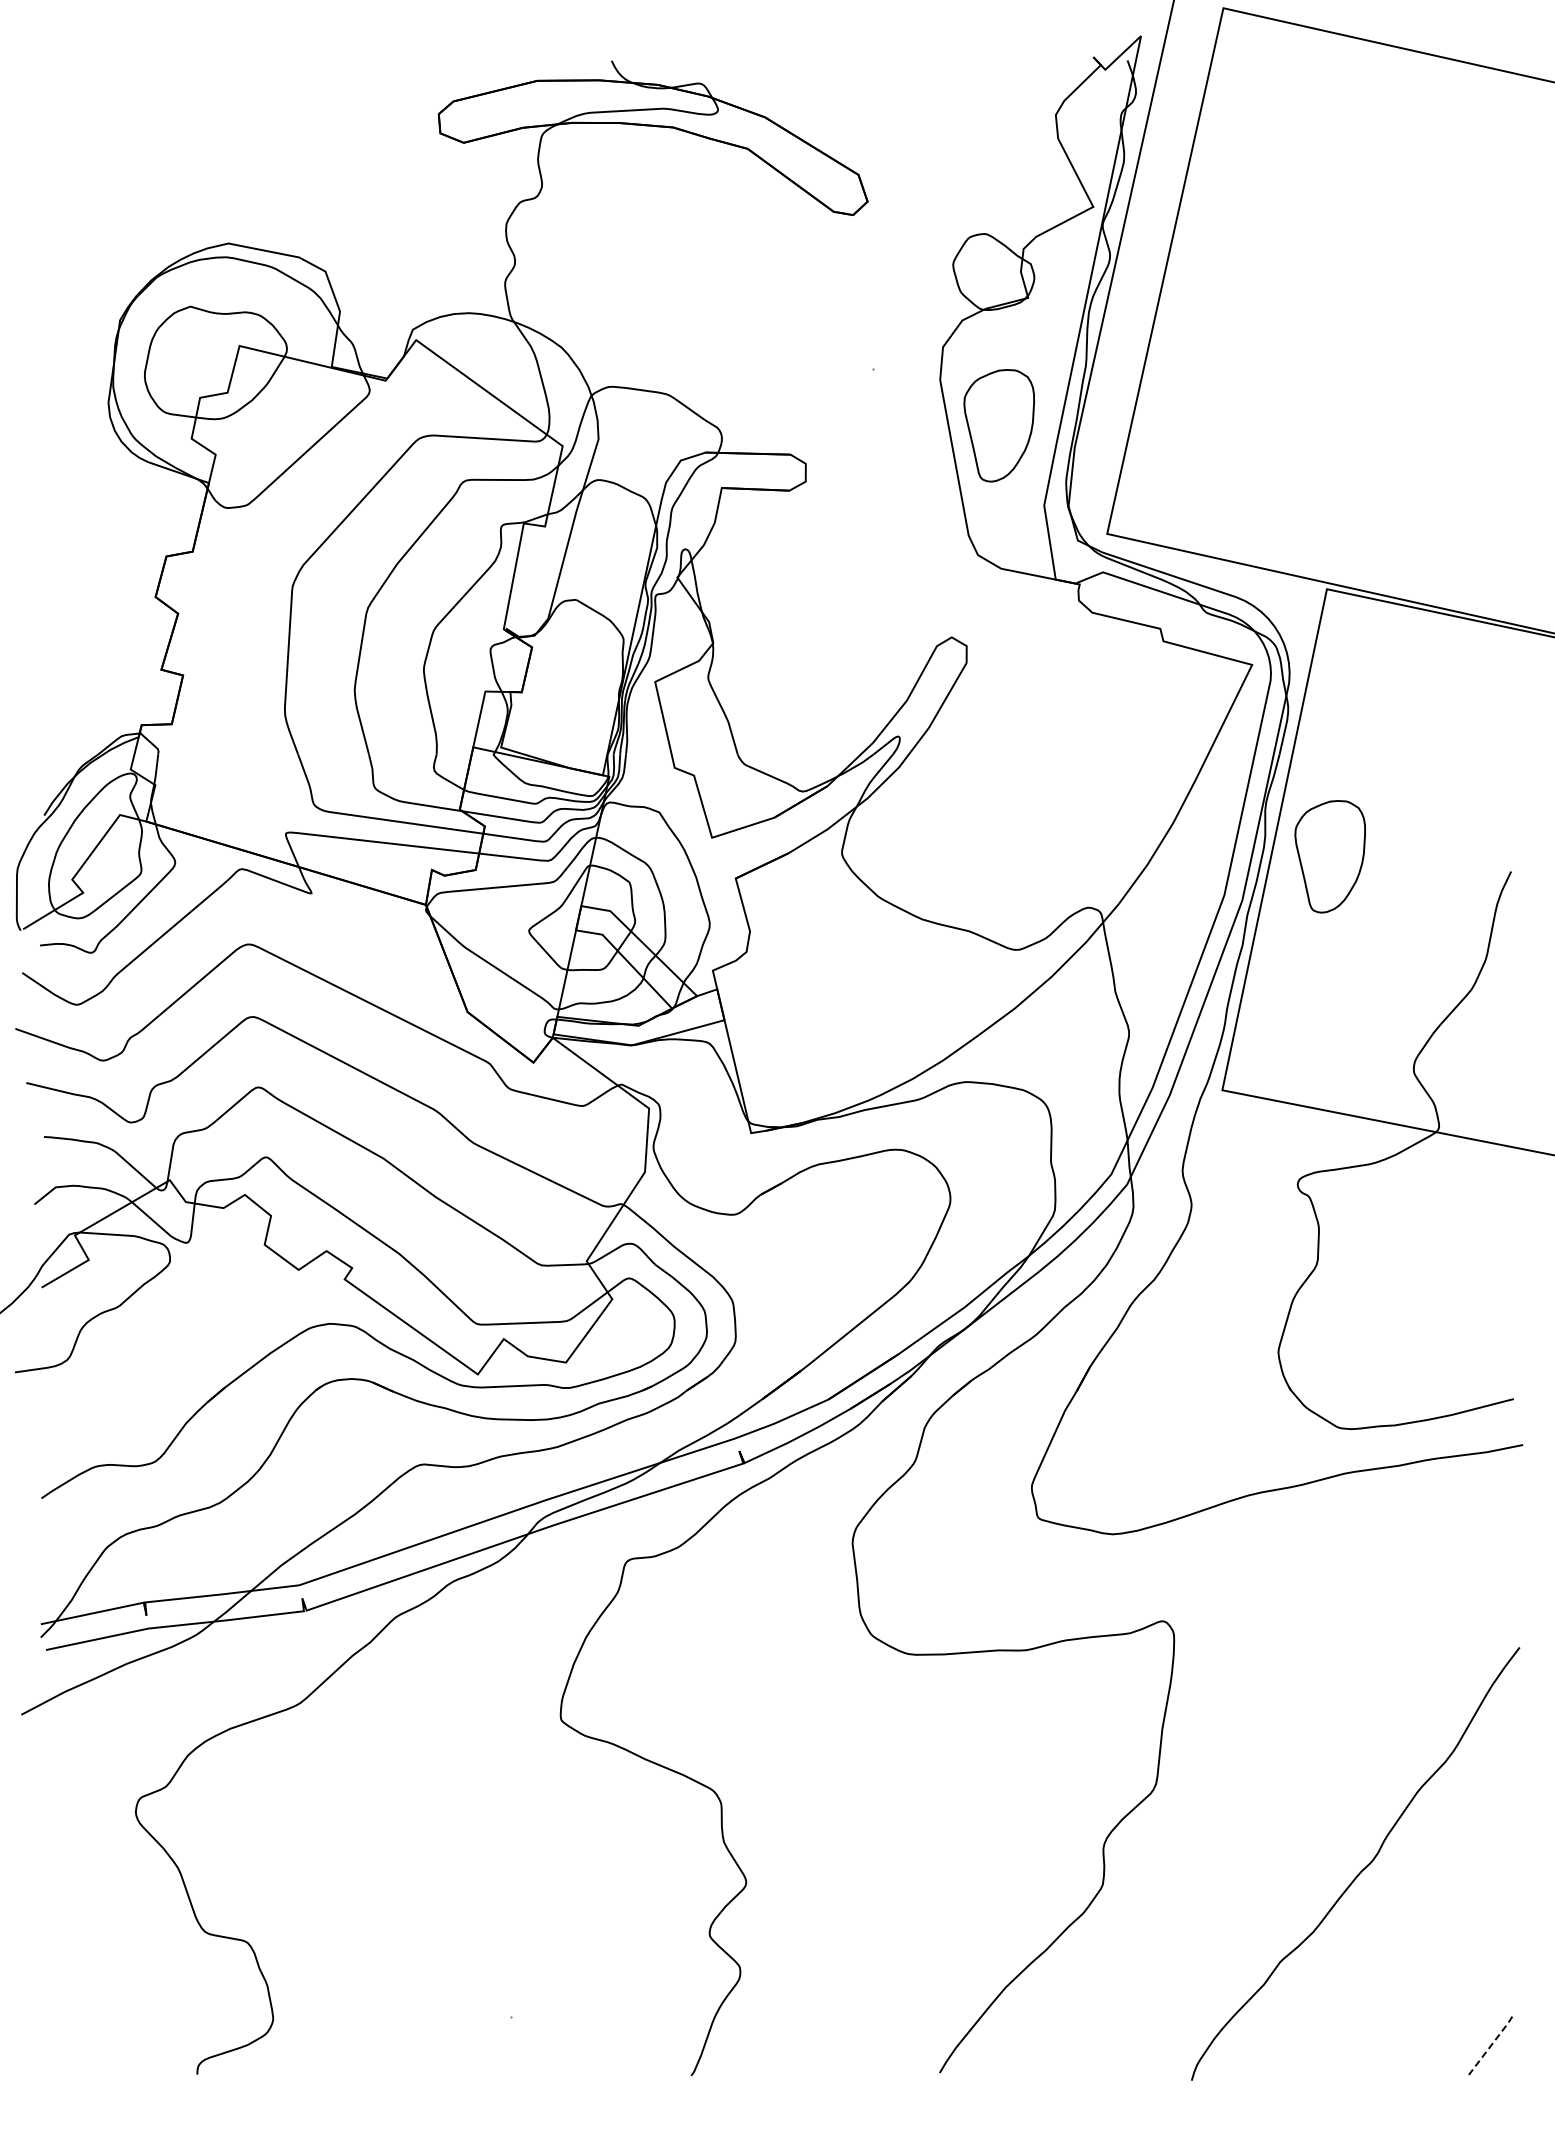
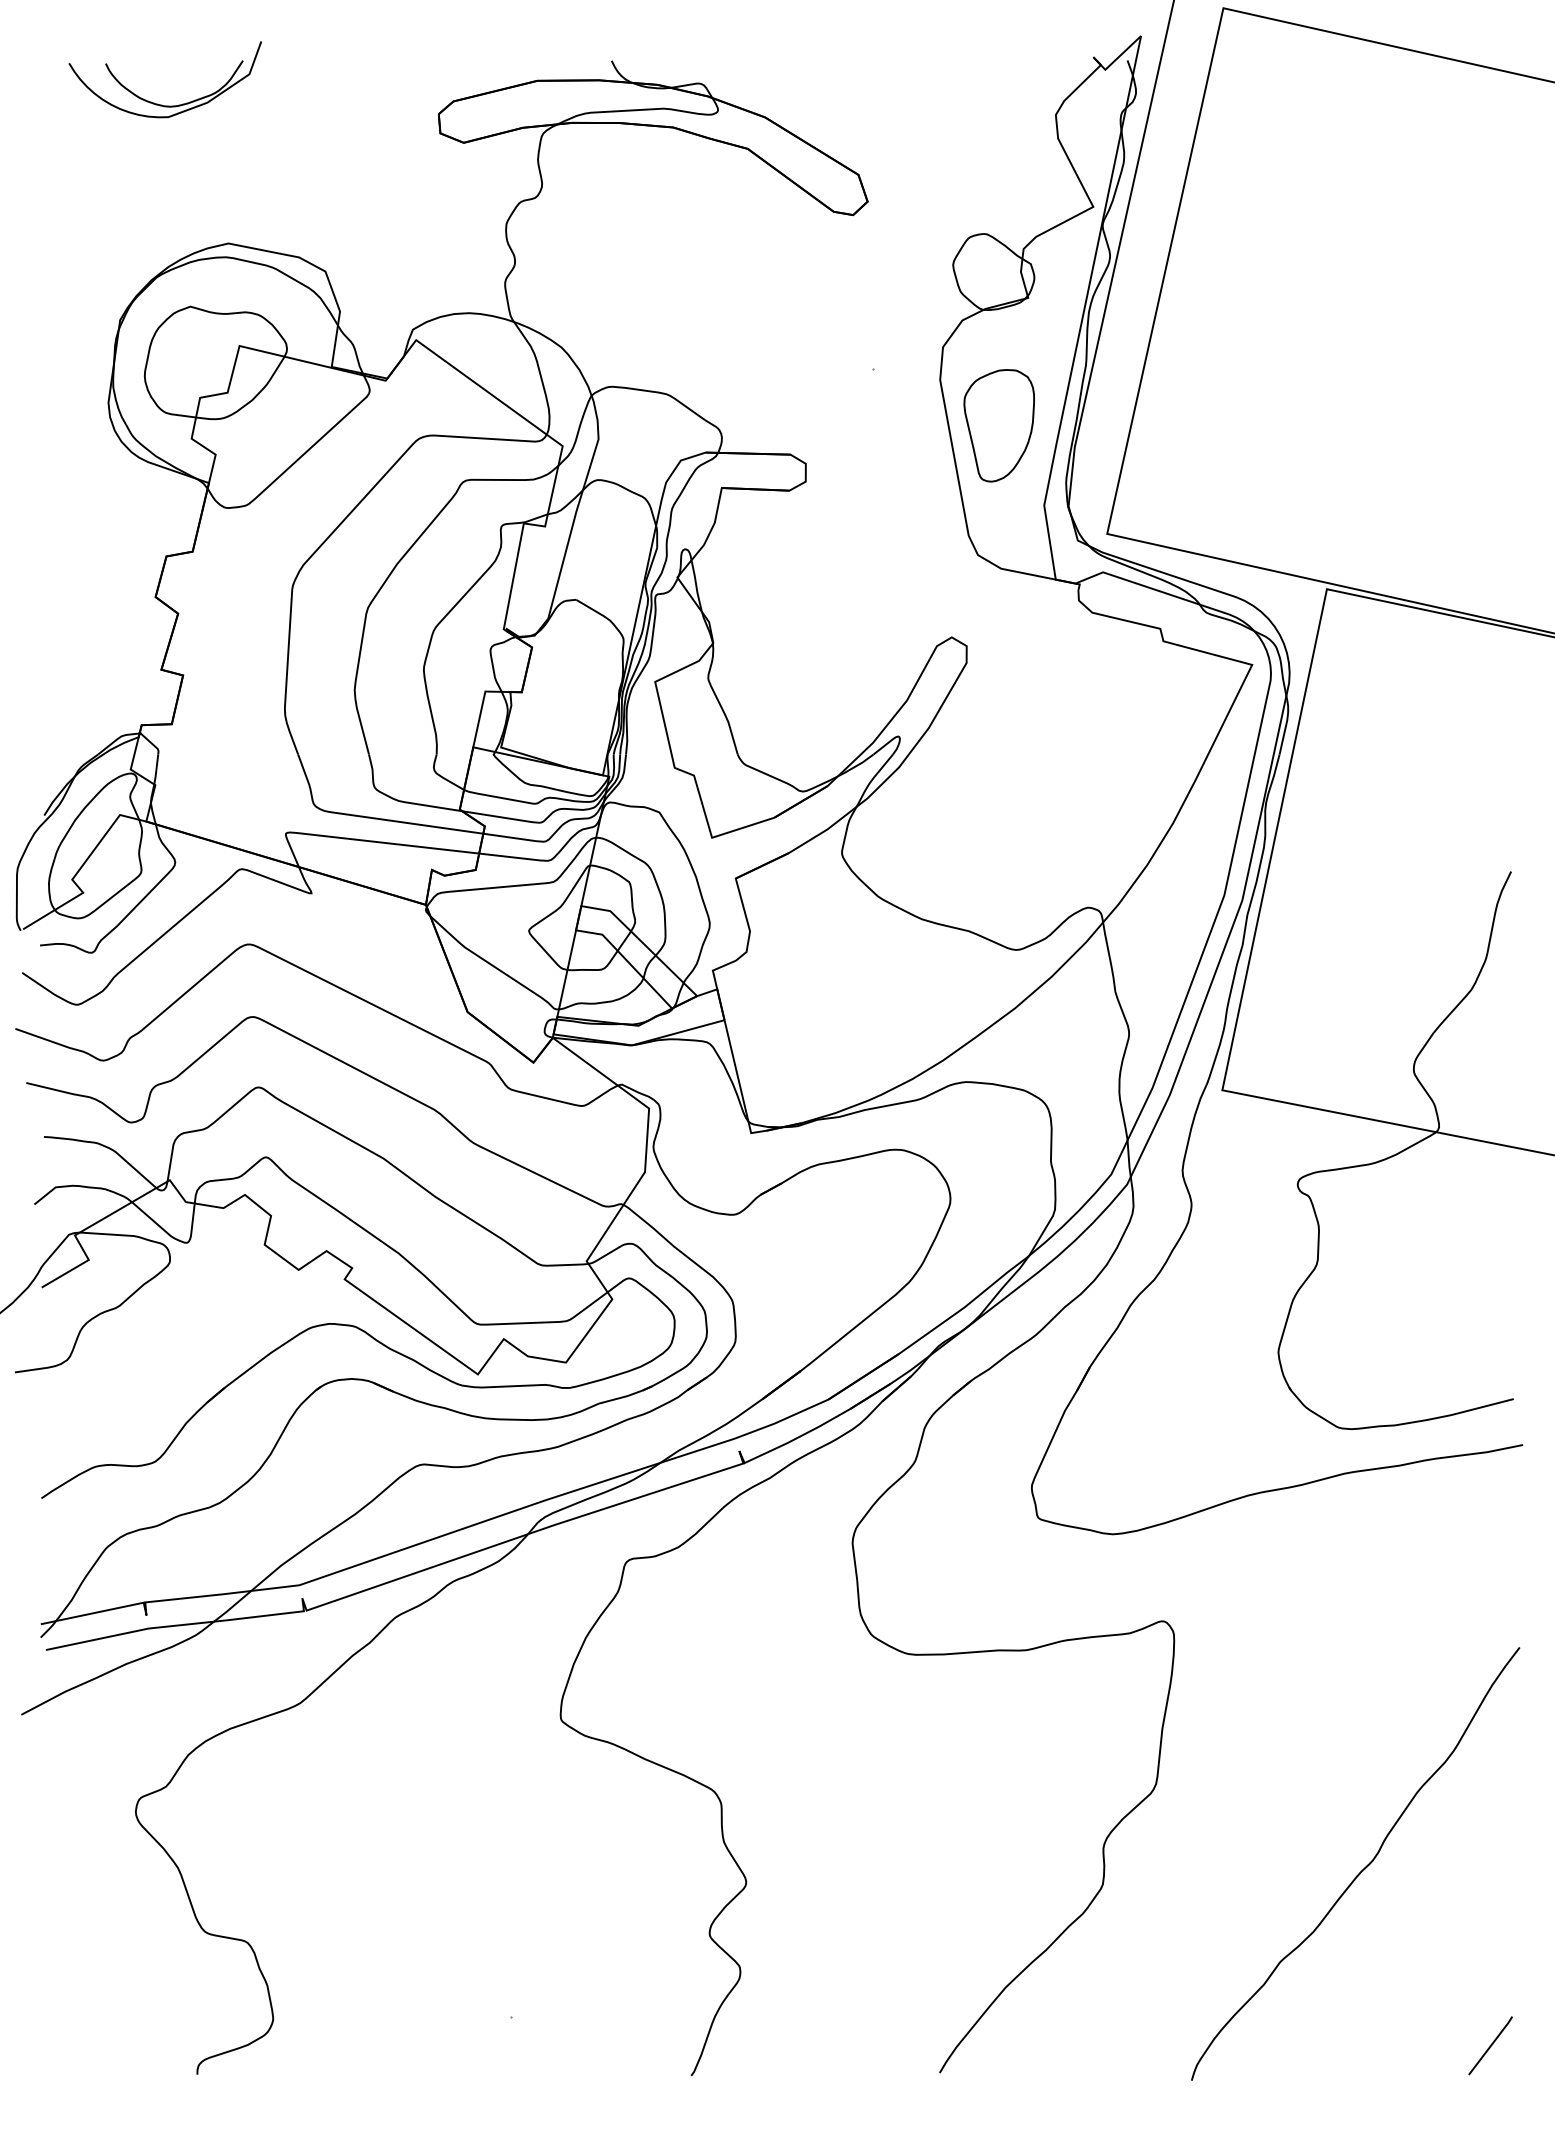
part at (157, 103): none -> present
part at (1329, 856): present -> none
line at (1490, 2045): dashed -> solid
